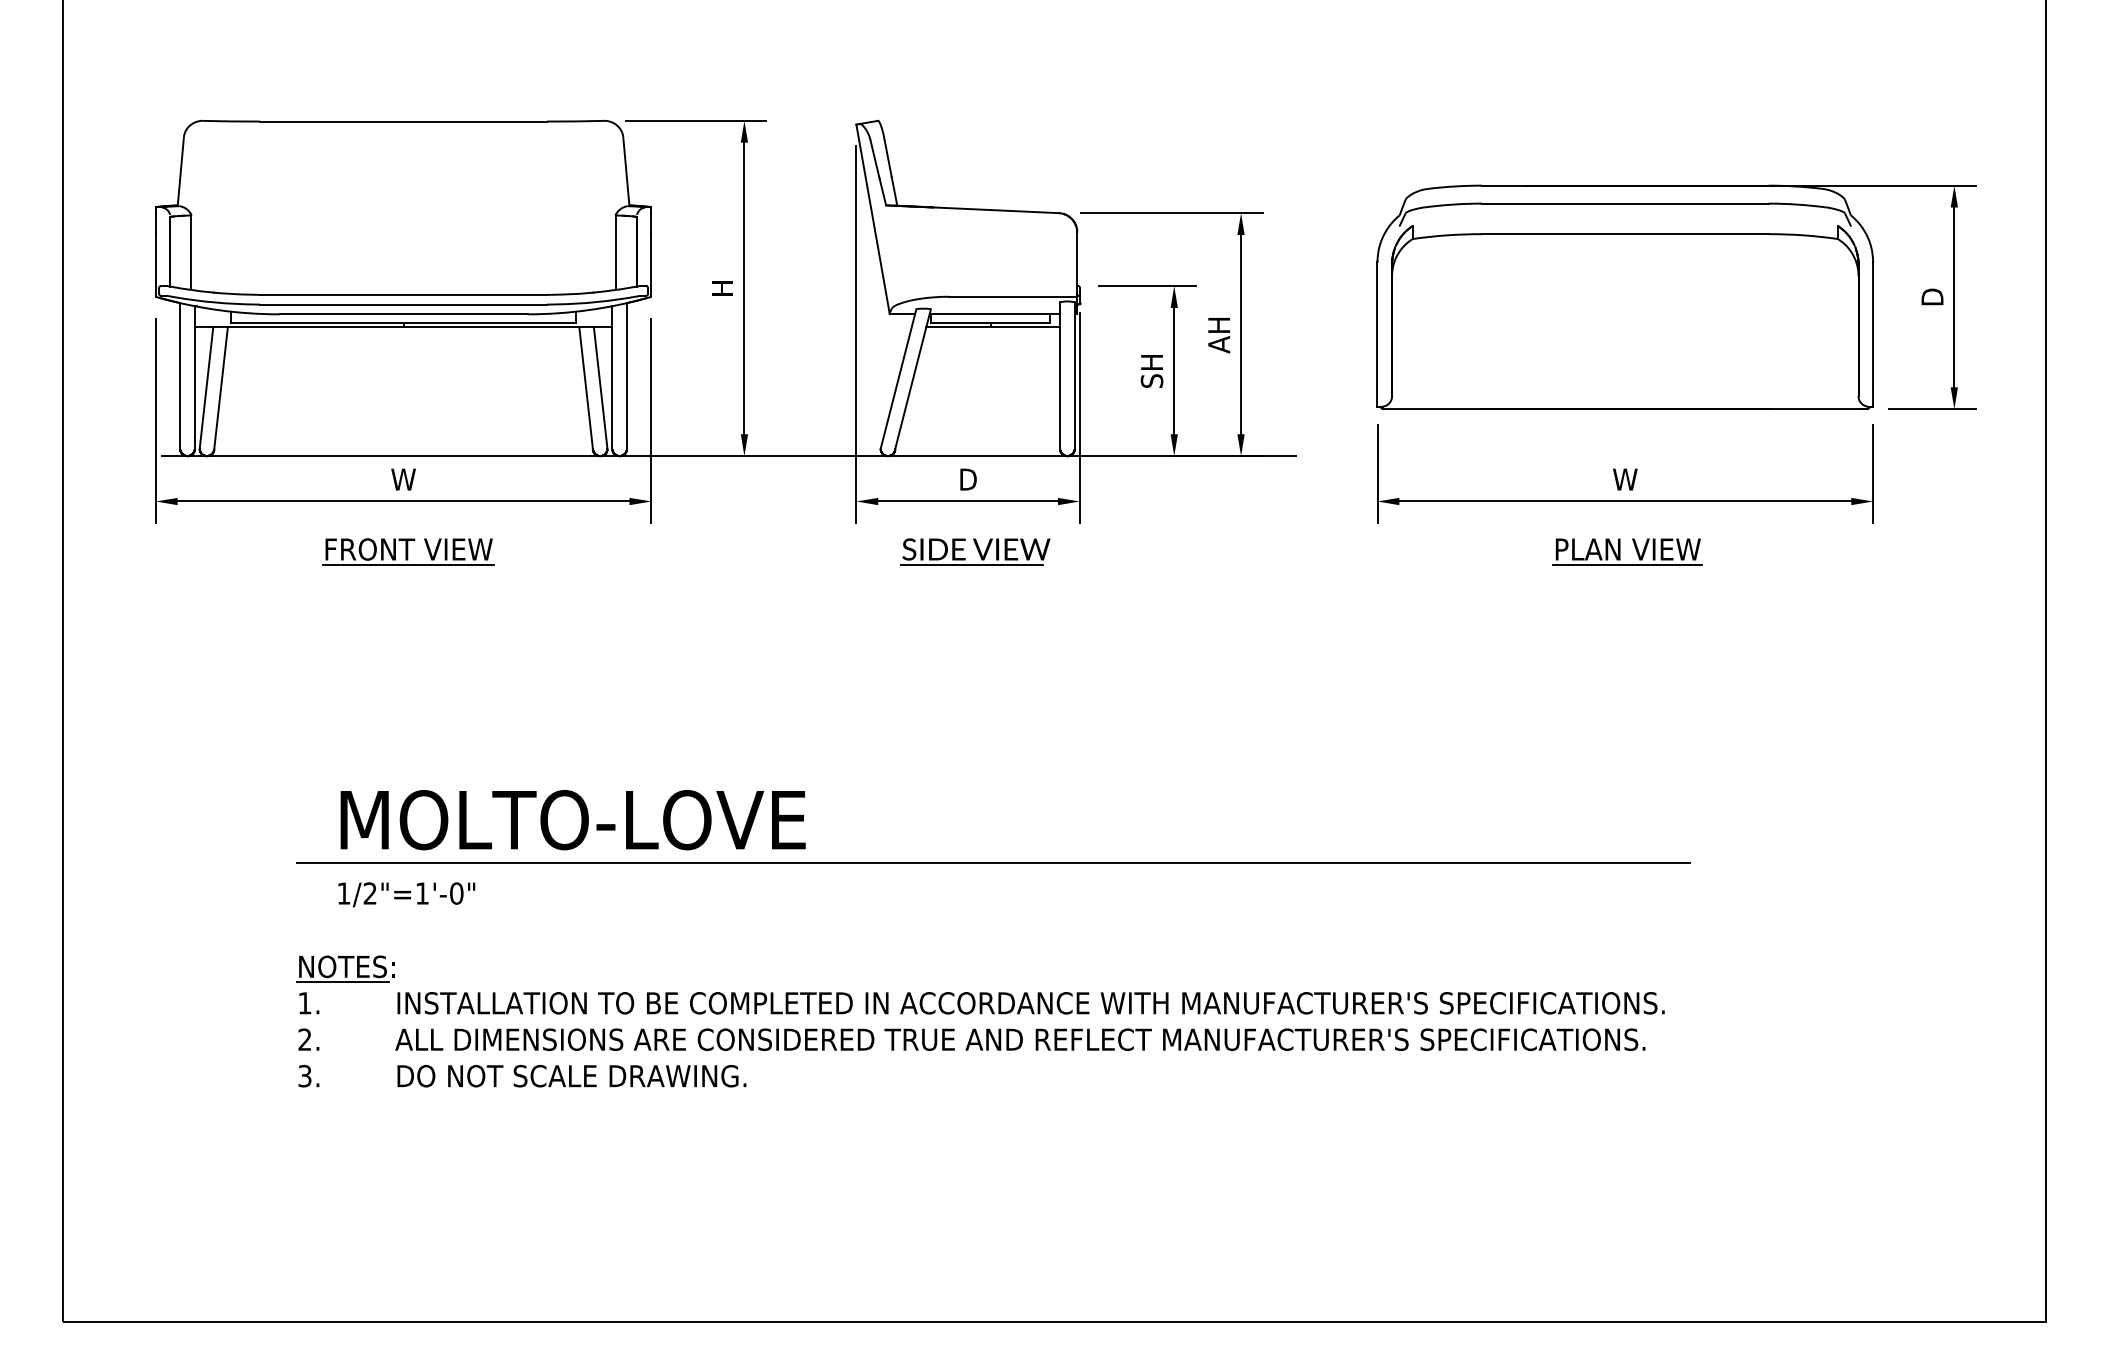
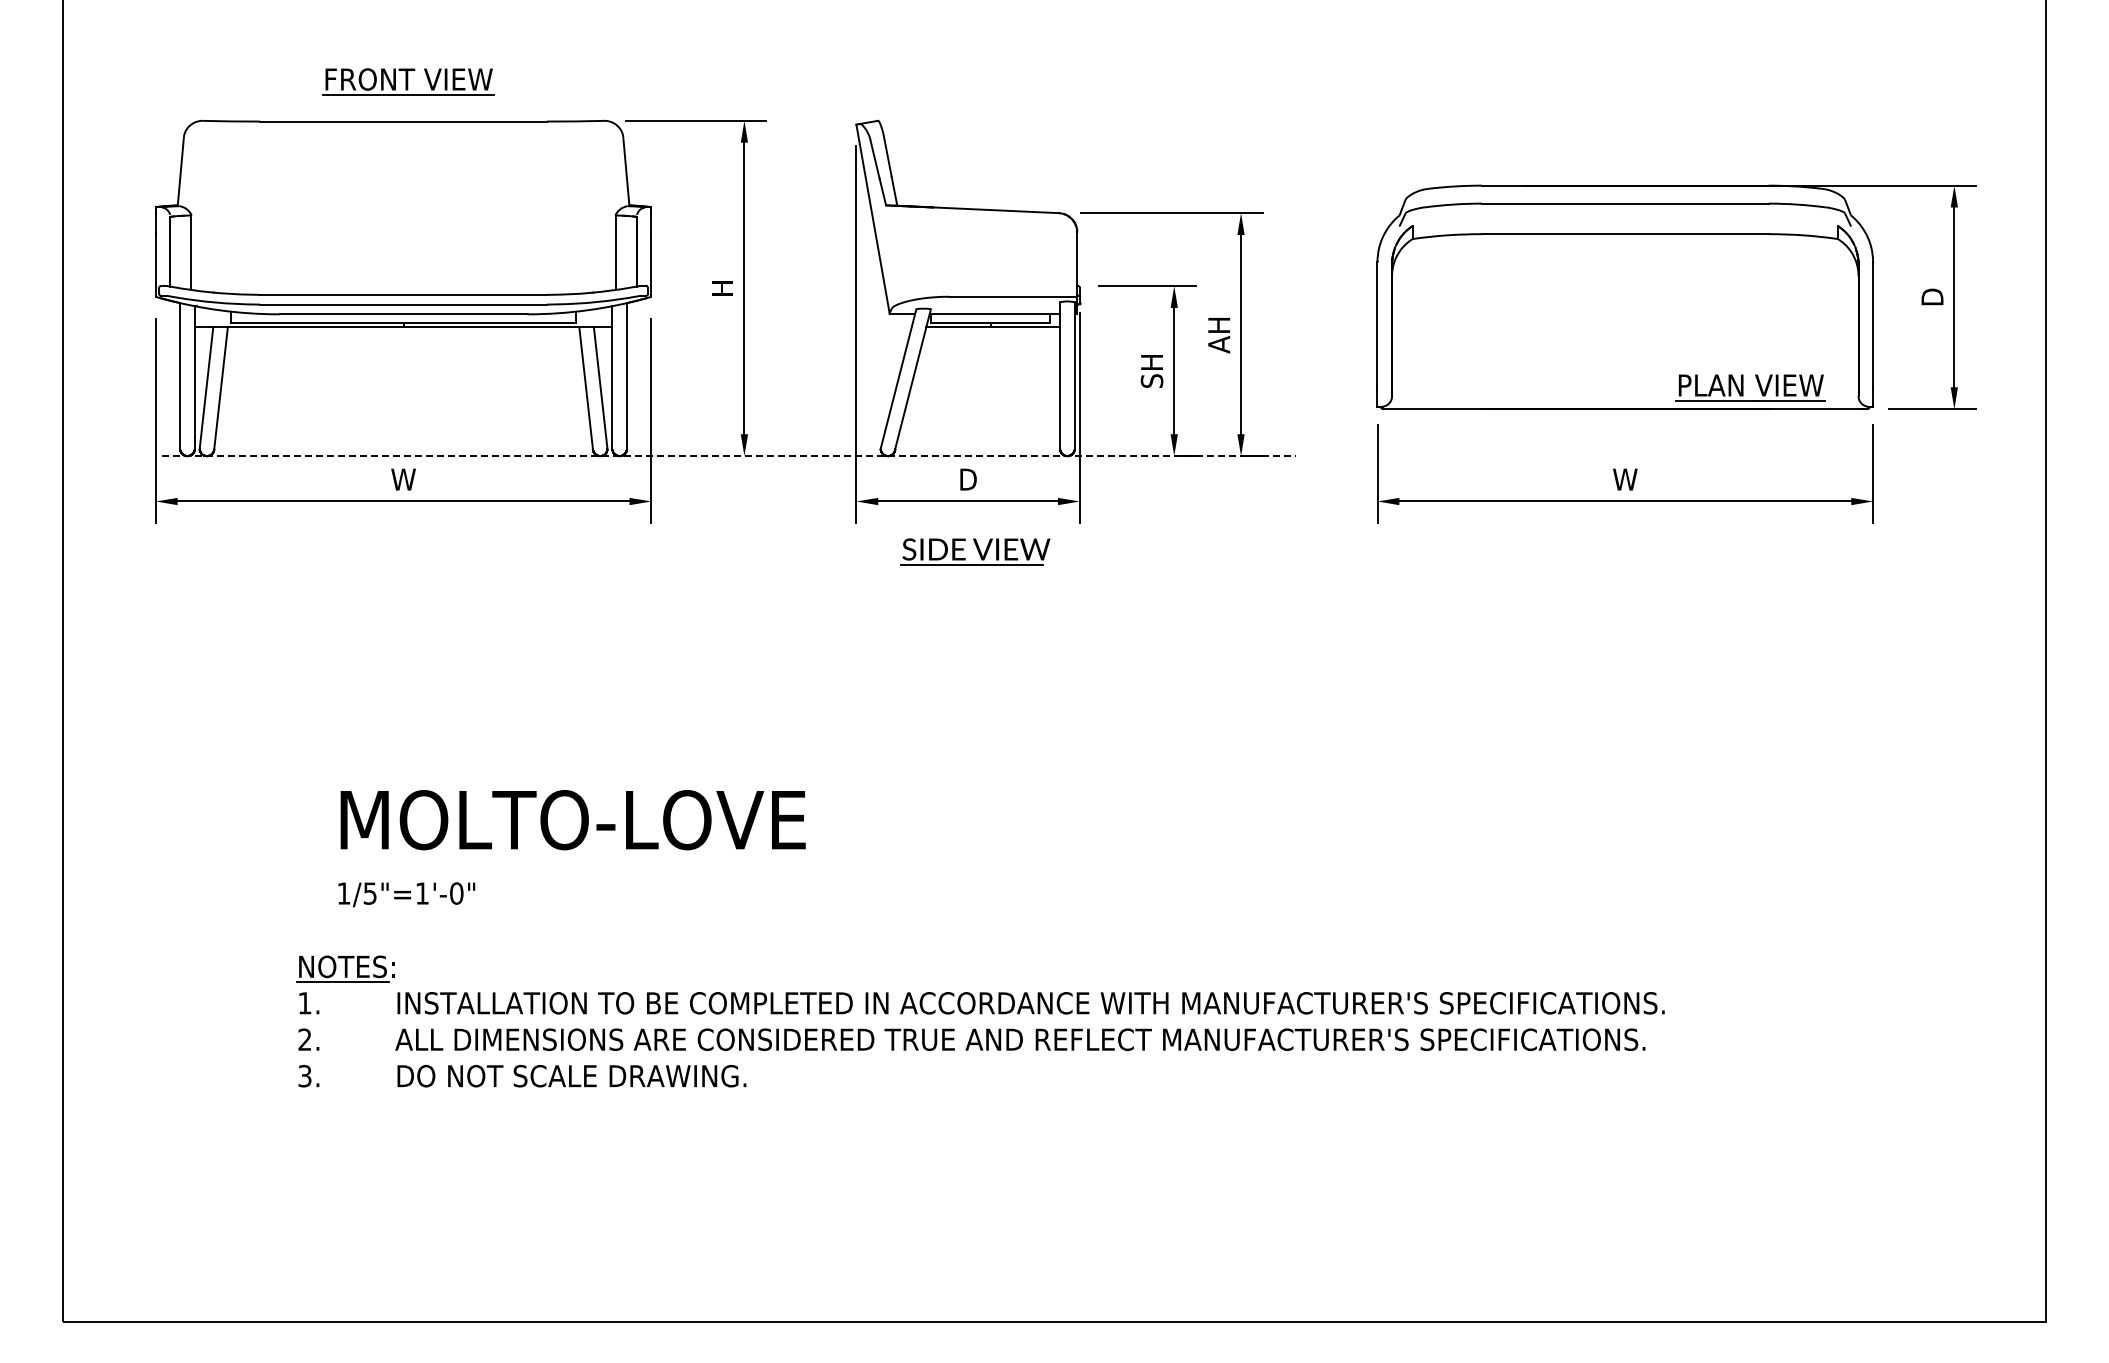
line at (728, 456): solid -> dashed
part at (408, 551) position: (408, 551) -> (408, 81)
part at (1620, 551) position: (1620, 551) -> (1743, 387)
line at (992, 862): present -> none
text at (369, 893): 1/2"=1'-0" -> 1/5"=1'-0"
